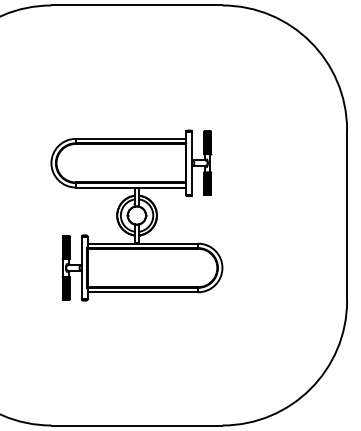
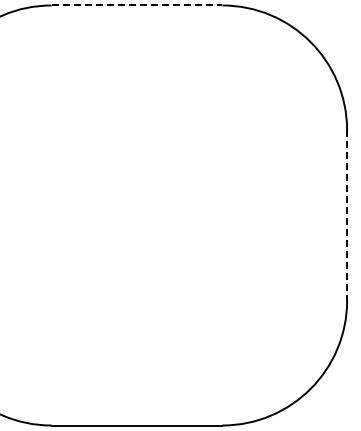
line at (137, 5): solid -> dashed
part at (136, 215): present -> none
line at (347, 215): solid -> dashed
